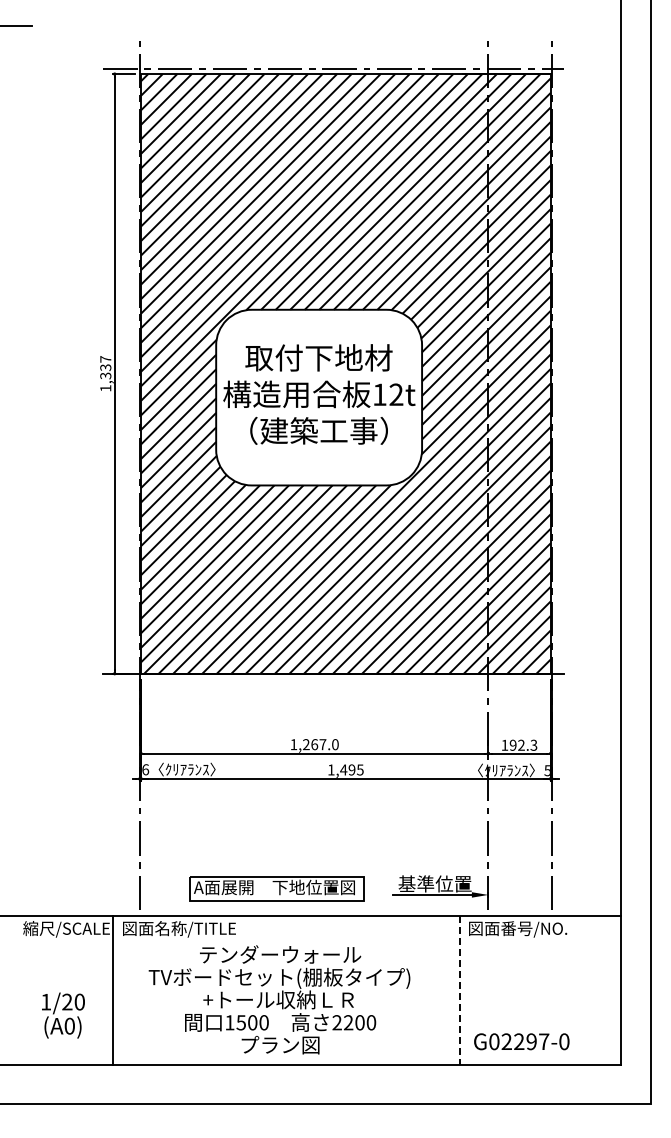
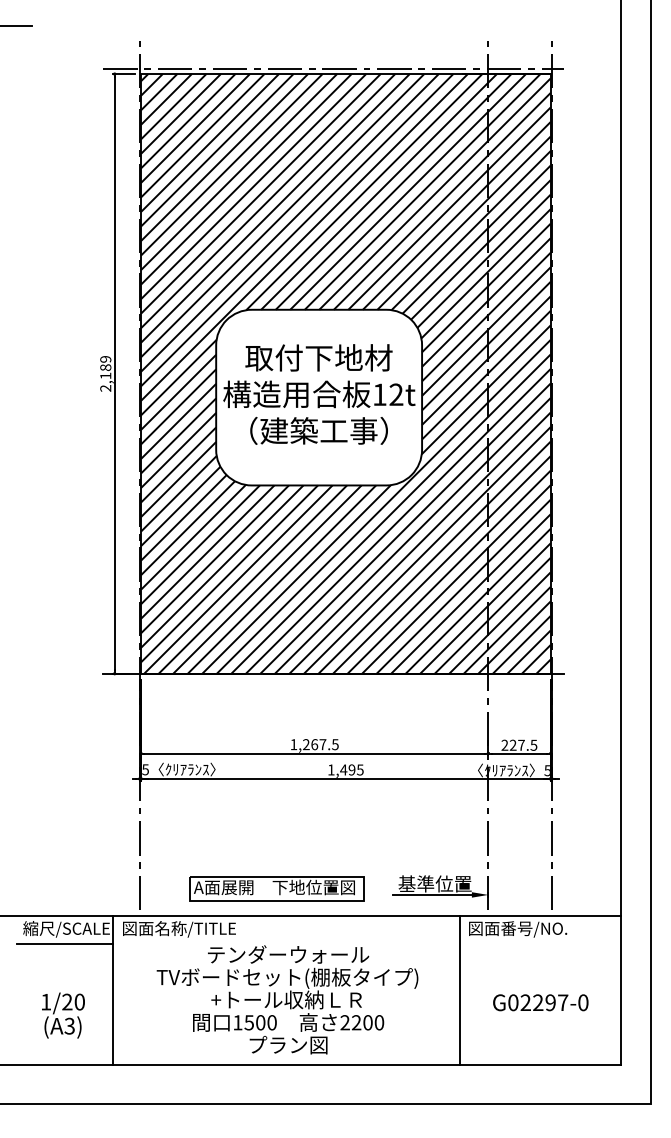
text at (105, 373): 1,337 -> 2,189
text at (335, 744): 1,267.0 -> 1,267.5
text at (519, 744): 192.3 -> 227.5
text at (145, 769): 6 -> 5
line at (64, 944): none -> present
line at (460, 990): dashed -> solid
text at (279, 999) position: (279, 999) -> (287, 999)
text at (69, 1025): (A0) -> (A3)
text at (521, 1041) position: (521, 1041) -> (540, 1002)
